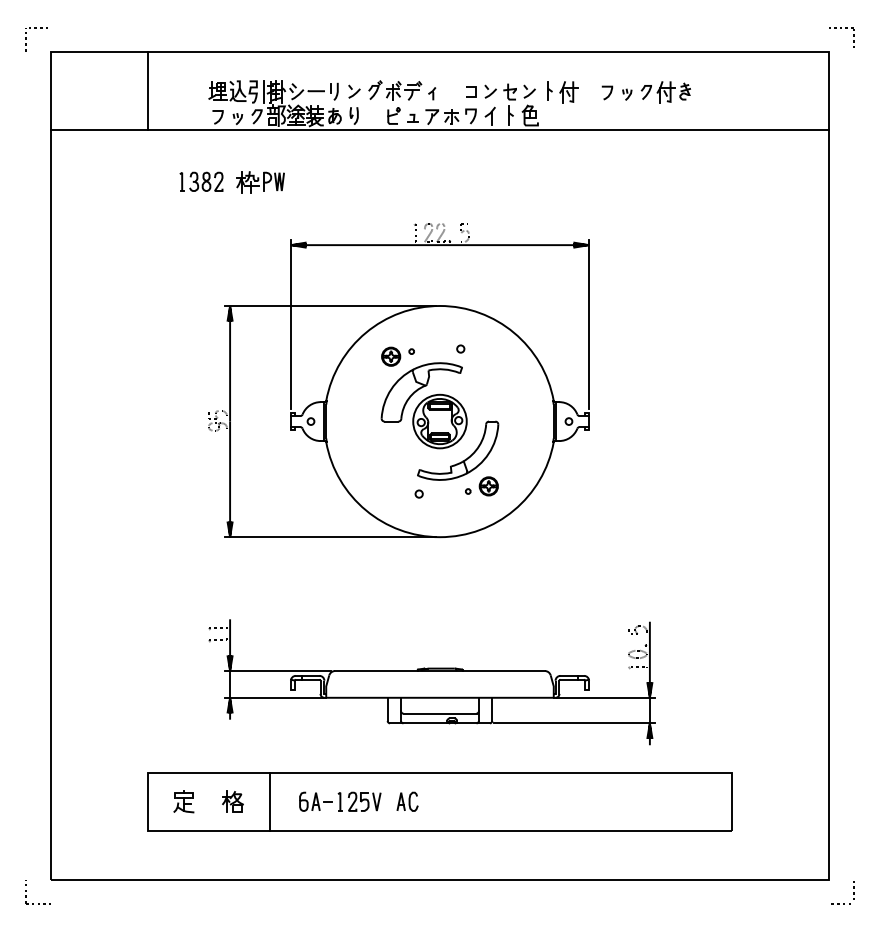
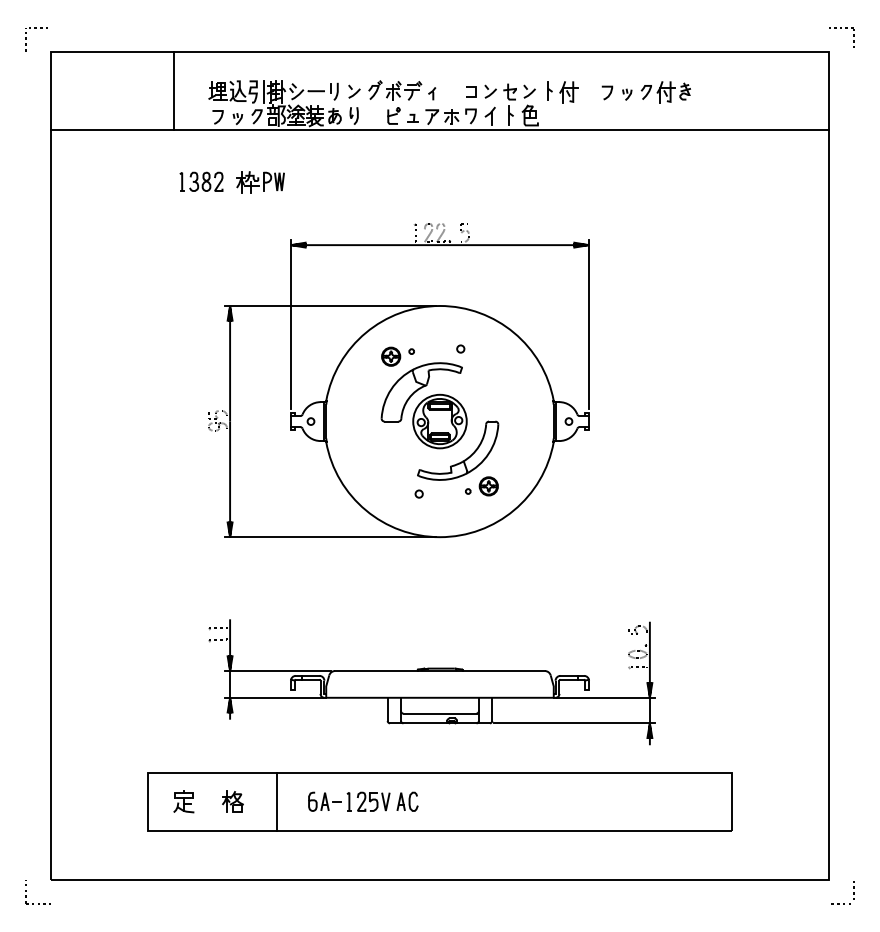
line at (147, 91) position: (147, 91) -> (173, 91)
line at (269, 801) position: (269, 801) -> (276, 801)
part at (340, 801) position: (340, 801) -> (349, 801)
